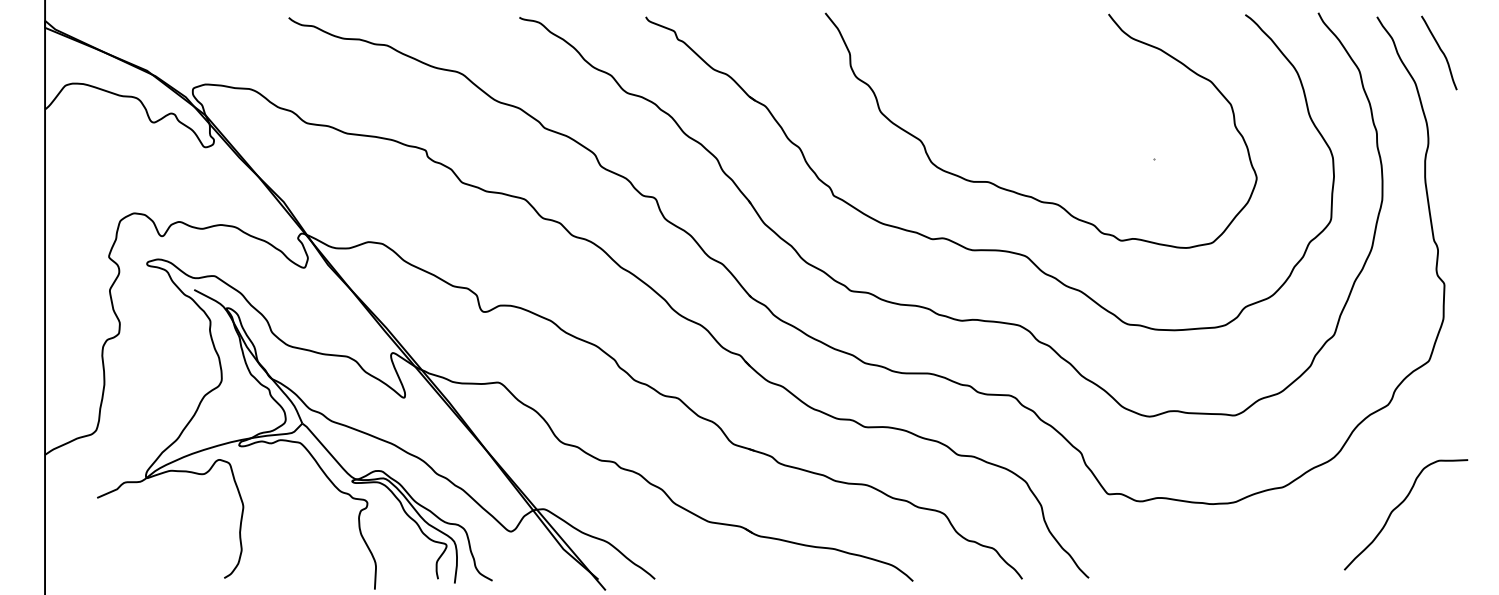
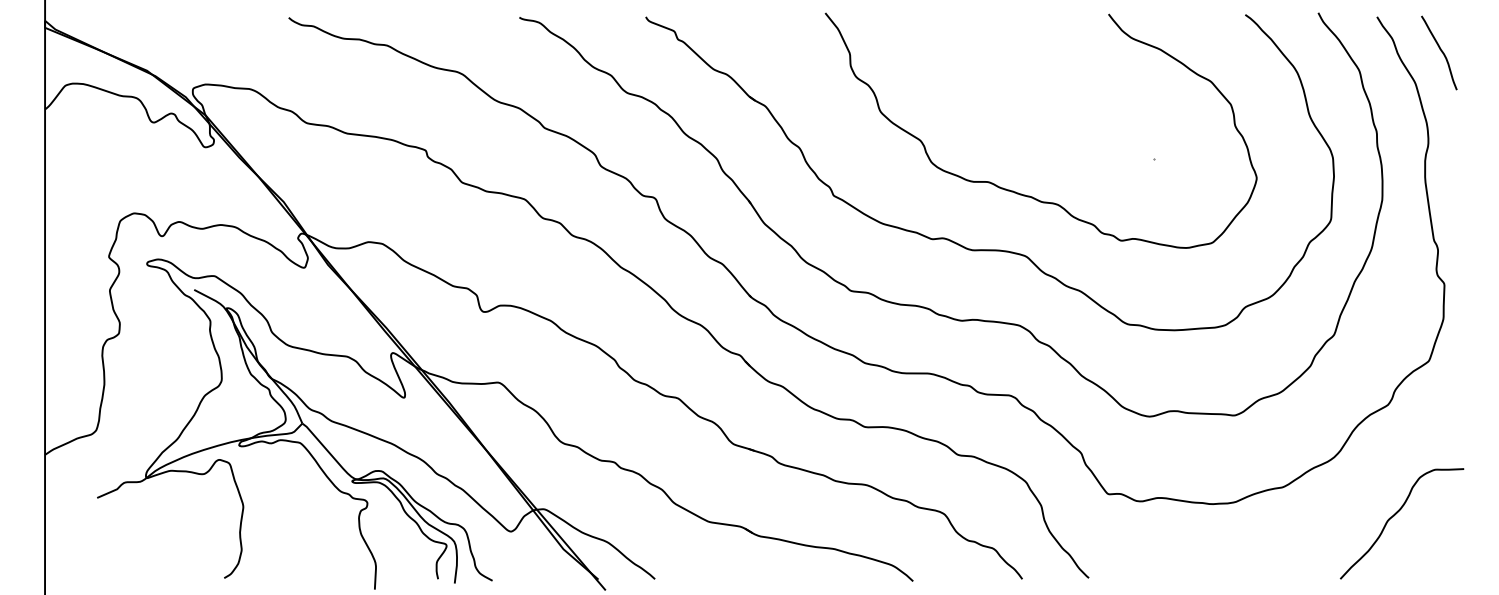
curve at (1399, 506) position: (1399, 506) -> (1395, 515)
